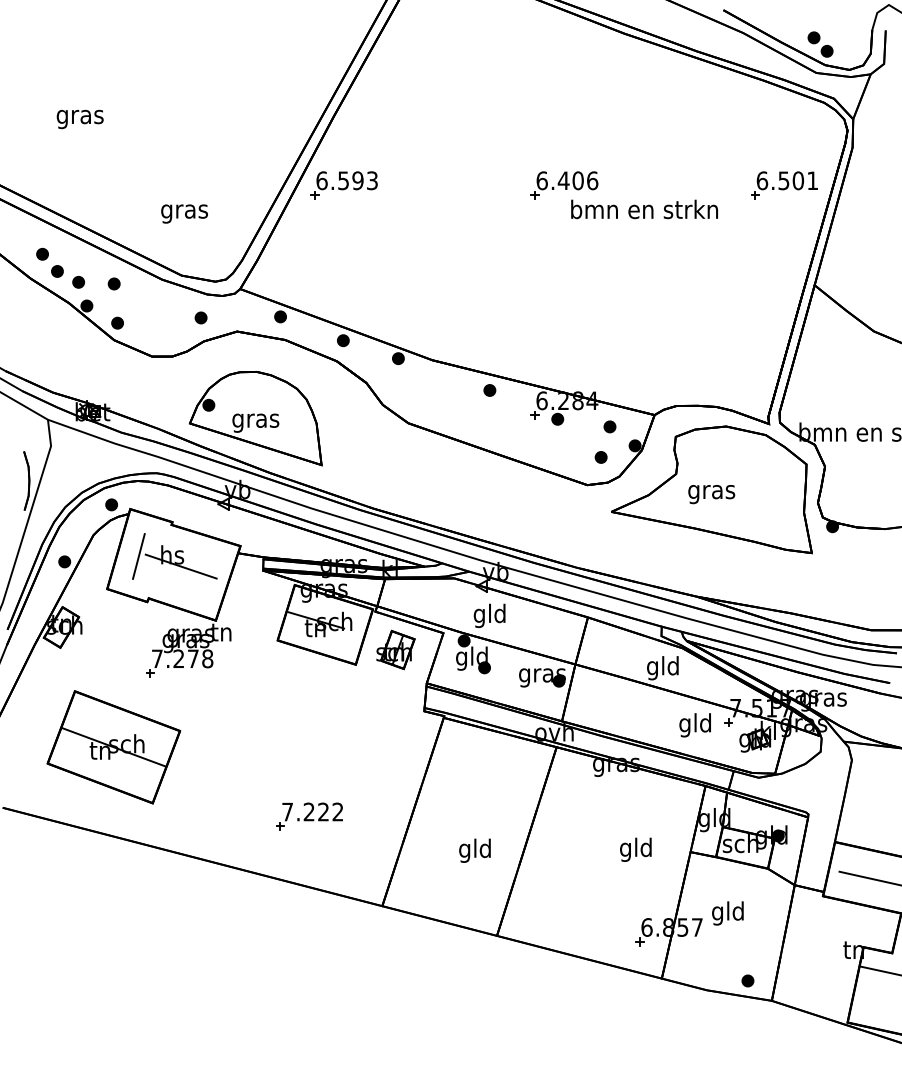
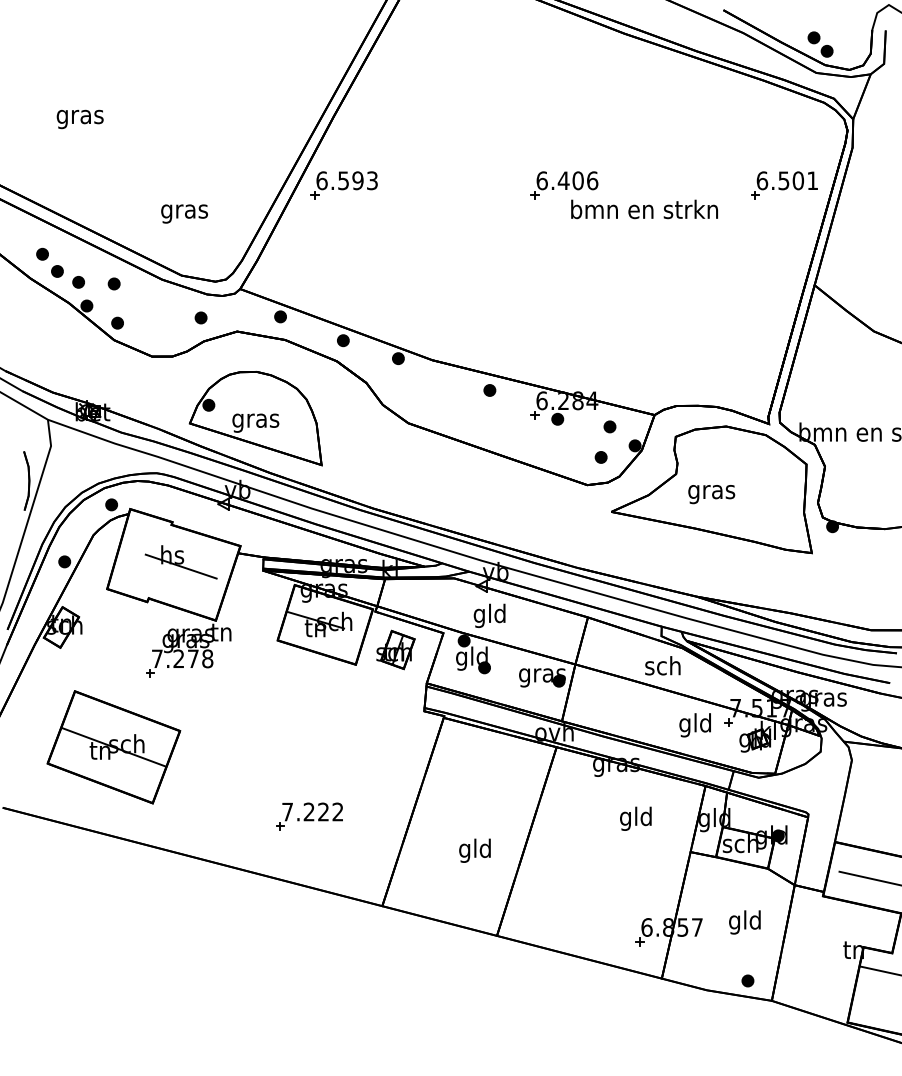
line at (138, 556): present -> none
text at (662, 668): gld -> sch
text at (635, 849) position: (635, 849) -> (635, 818)
text at (727, 913) position: (727, 913) -> (744, 922)
